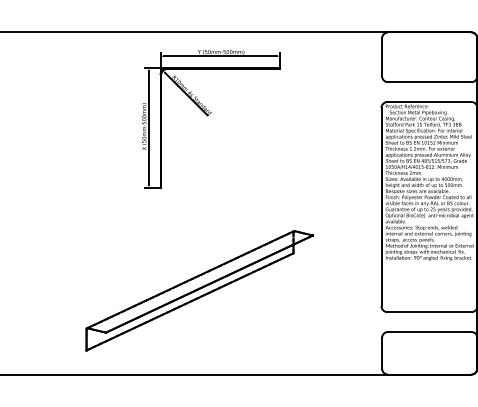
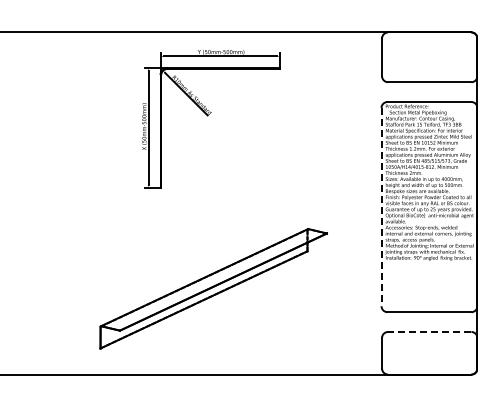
line at (381, 207): solid -> dashed
part at (199, 290) position: (199, 290) -> (213, 288)
line at (429, 331): solid -> dashed
